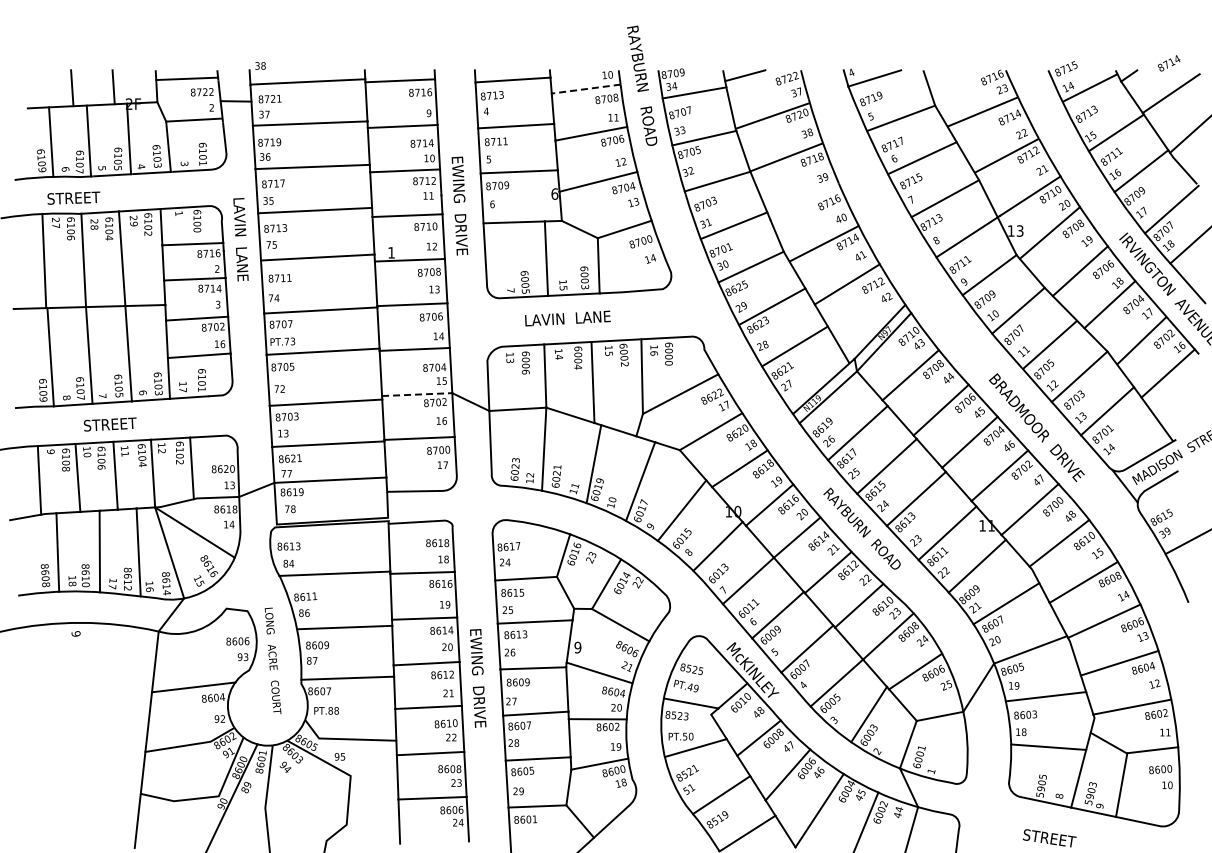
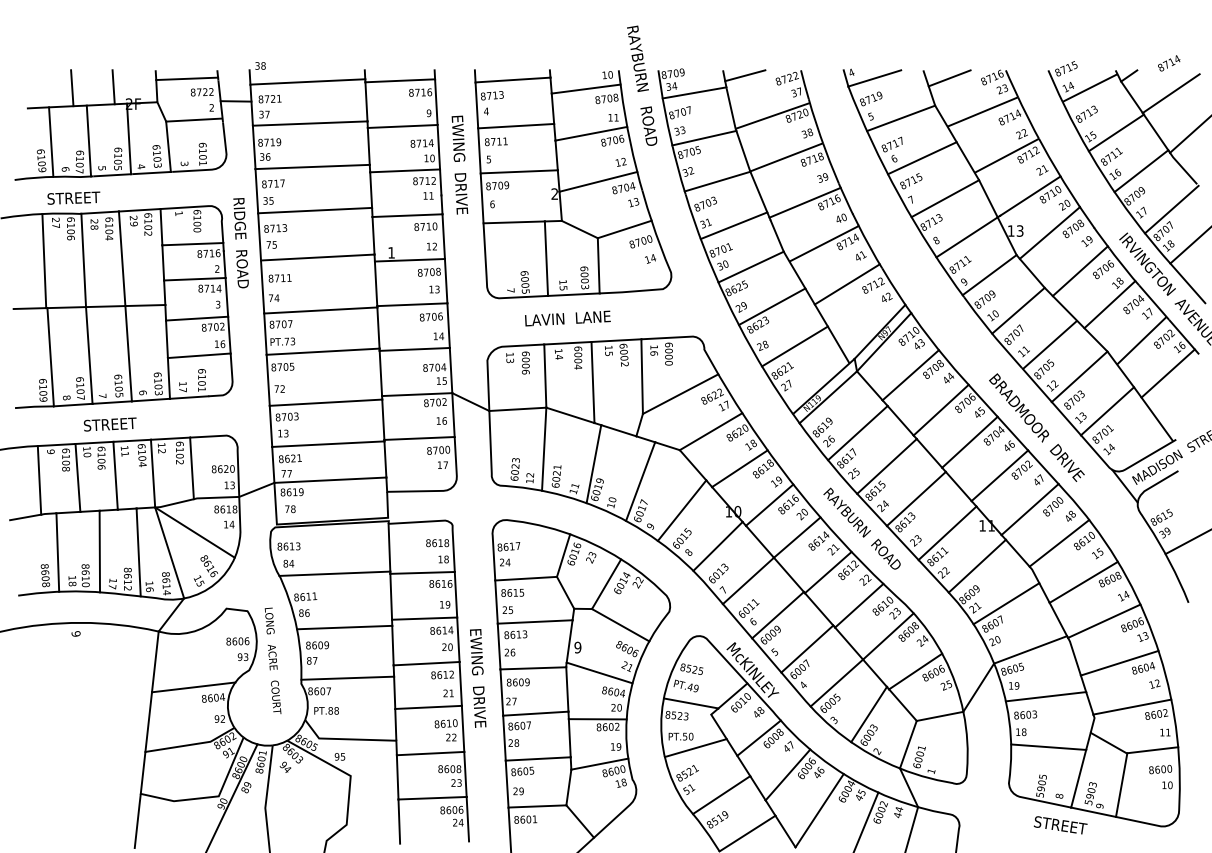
line at (949, 78): none -> present
line at (586, 89): dashed -> solid
text at (554, 193): 6 -> 2
line at (804, 202): none -> present
text at (459, 205) position: (459, 205) -> (459, 164)
text at (240, 243): LAVIN  LANE -> RIDGE  ROAD
line at (417, 394): dashed -> solid
text at (1049, 838) position: (1049, 838) -> (1060, 825)
